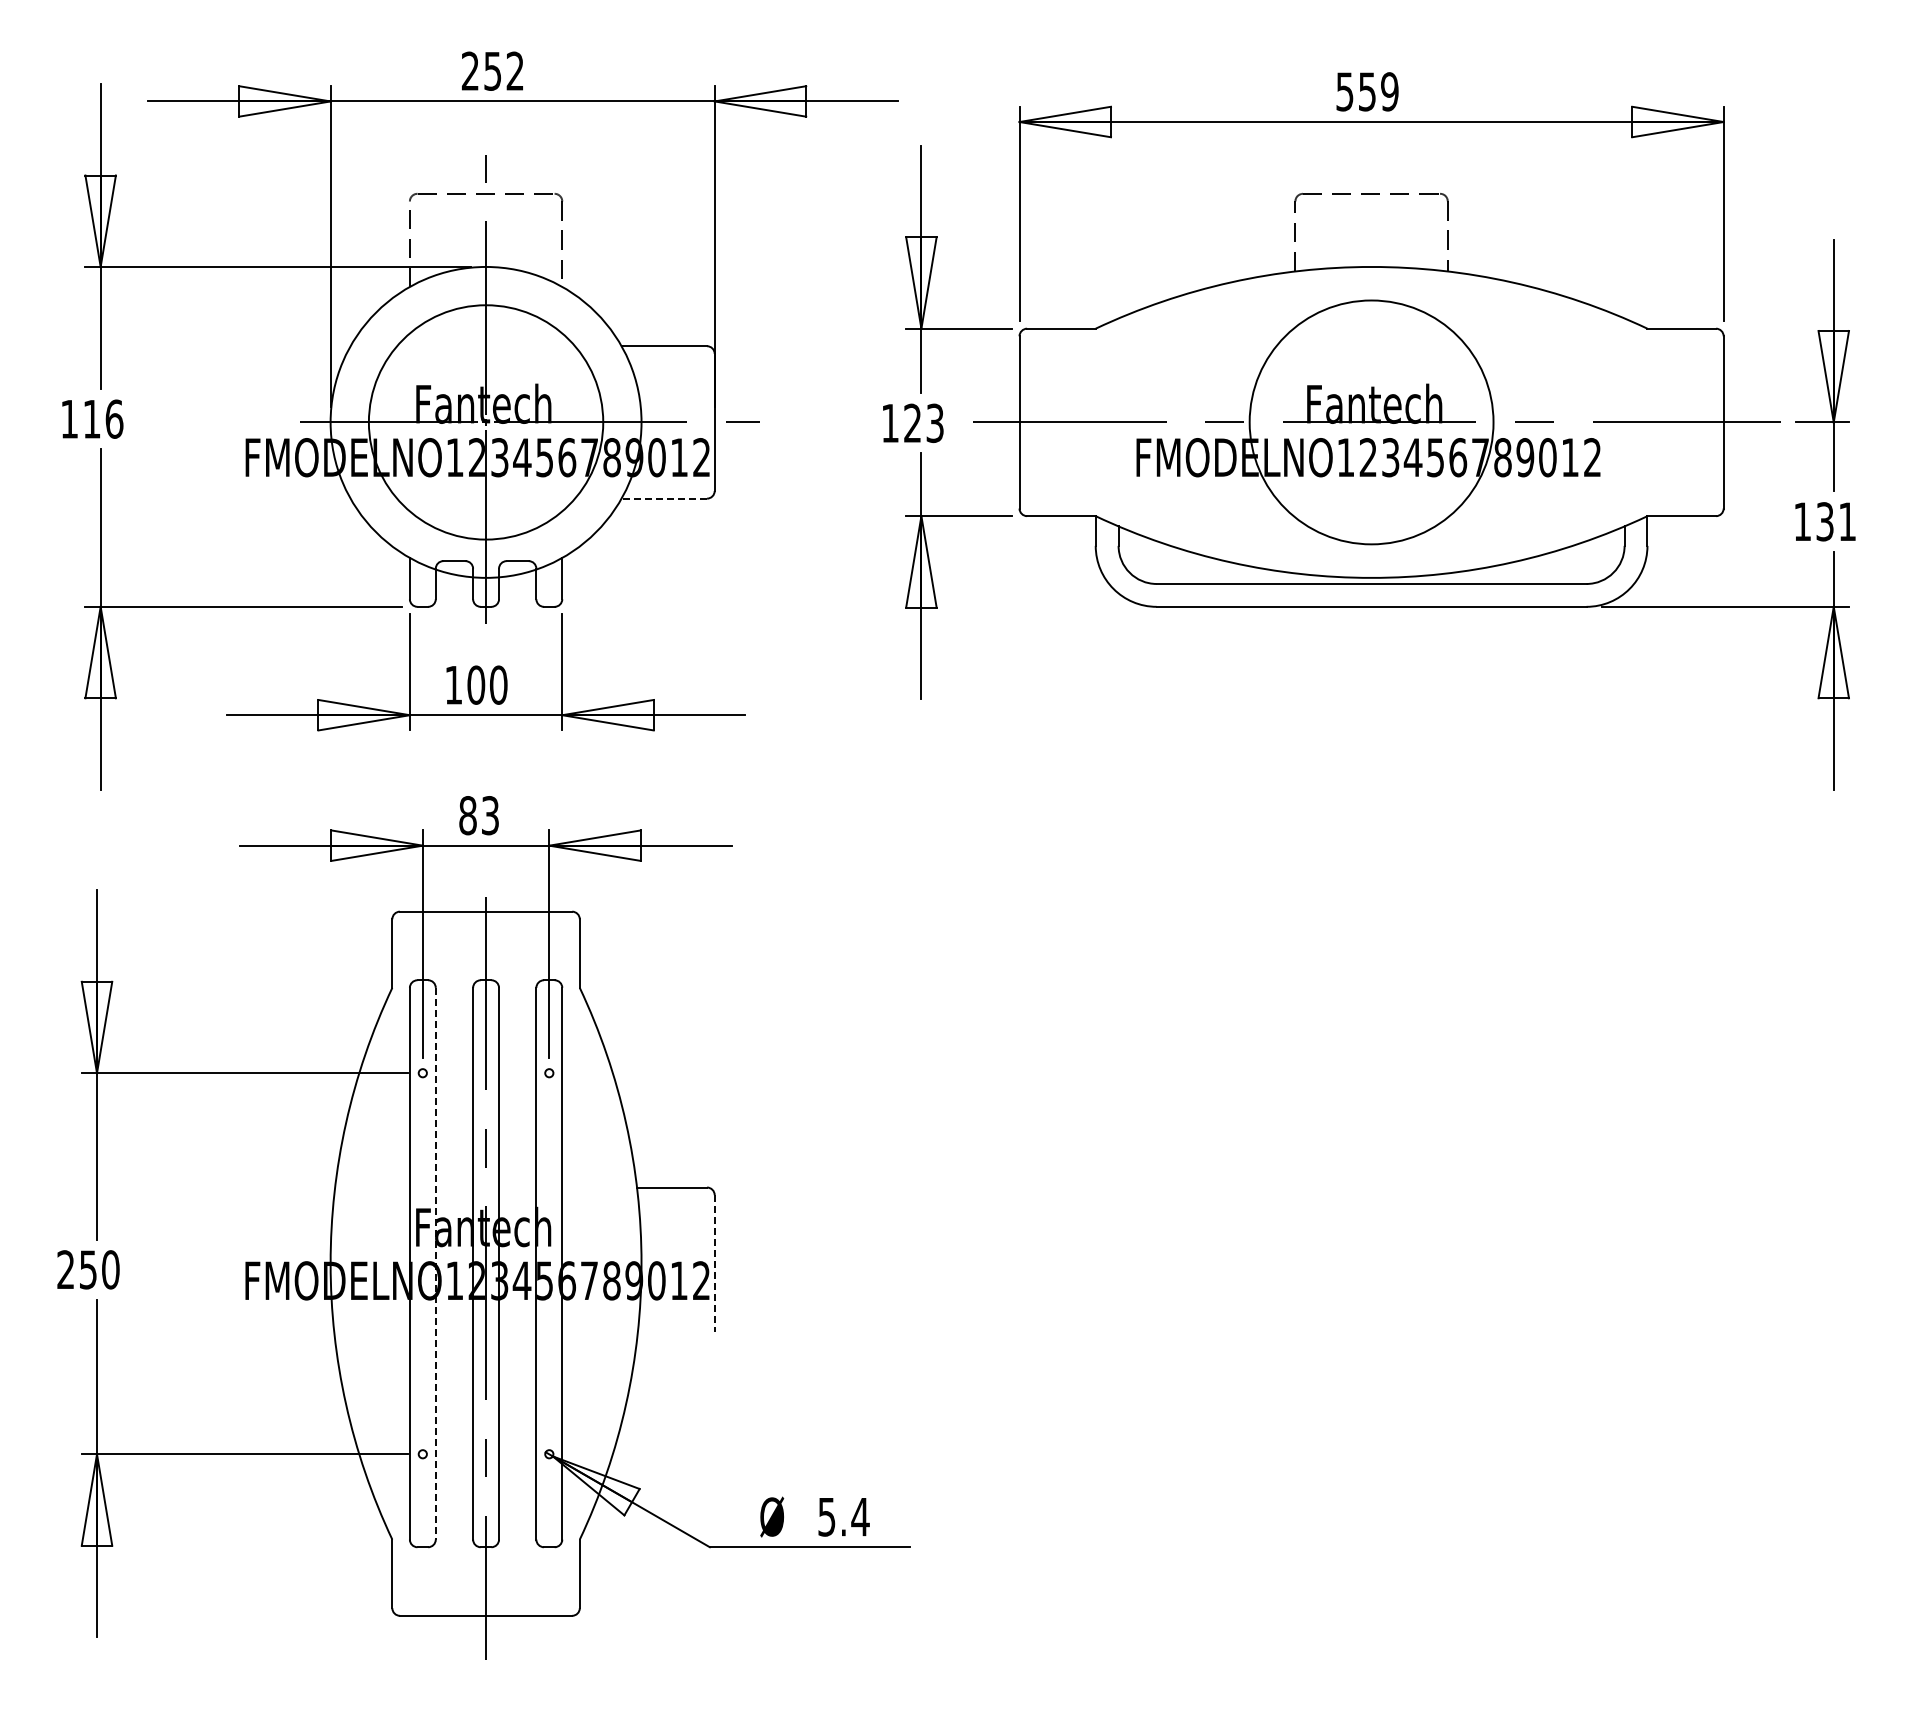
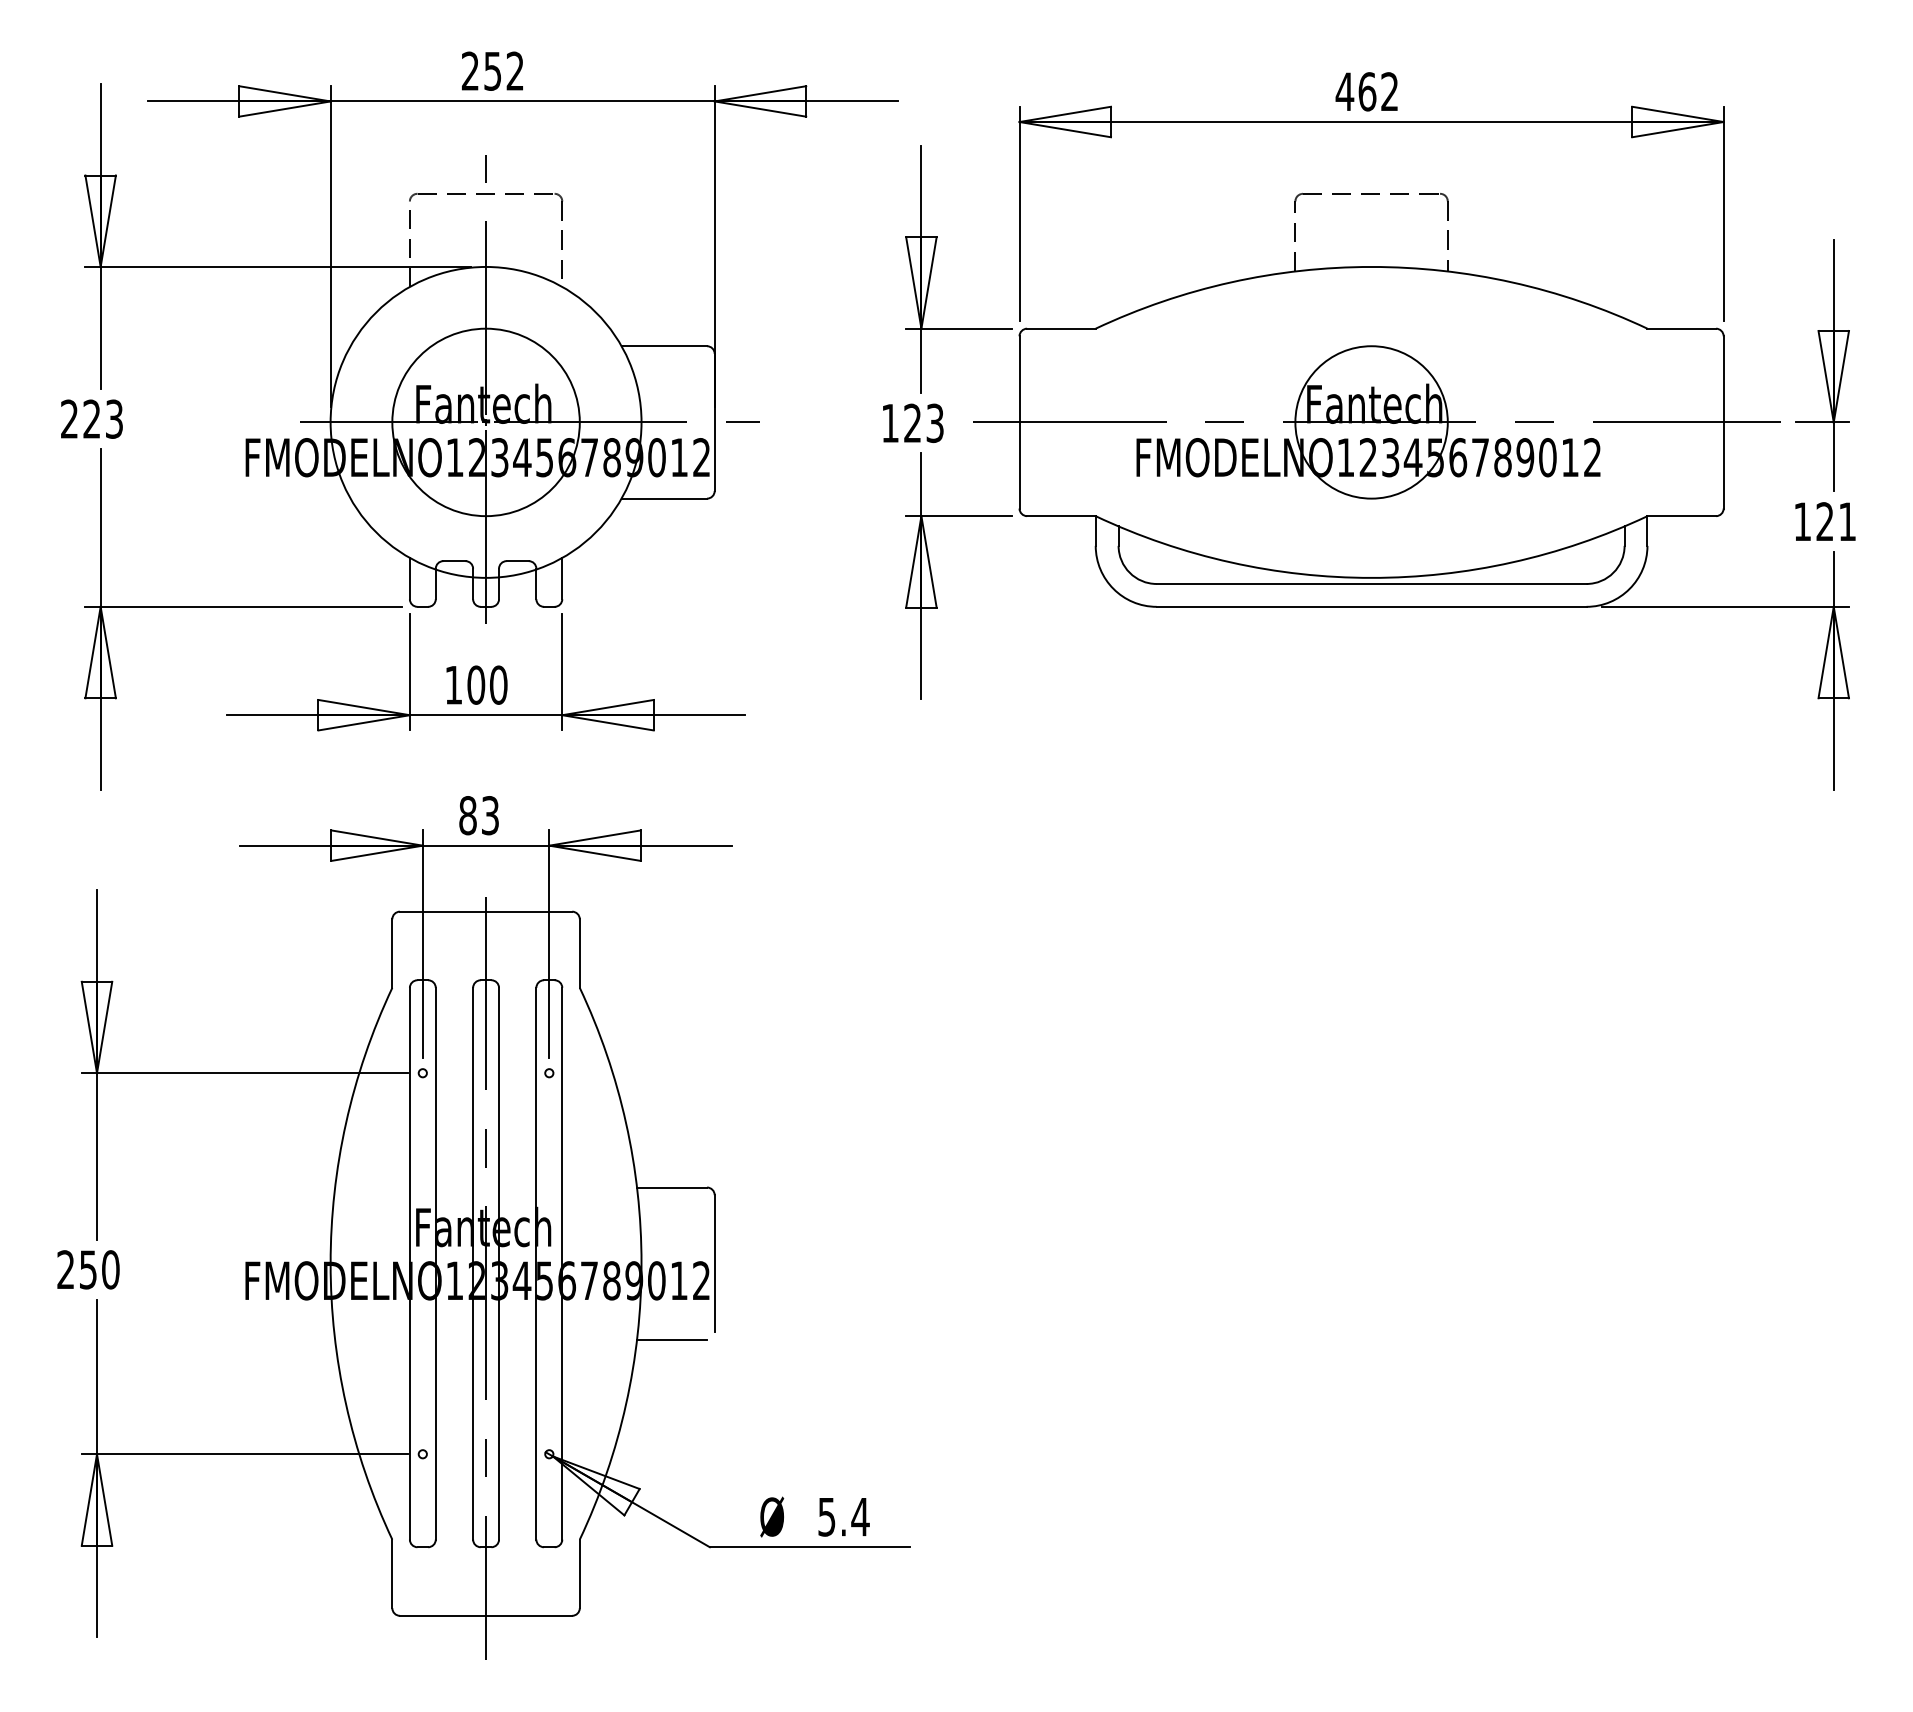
text at (1366, 91): 559 -> 462
text at (92, 418): 116 -> 223
circle at (485, 422) diameter: 234 px -> 187 px
circle at (1371, 422) diameter: 244 px -> 152 px
line at (664, 498): dashed -> solid
text at (1824, 521): 131 -> 121
line at (435, 1263): dashed -> solid
line at (714, 1263): dashed -> solid
line at (672, 1339): none -> present
